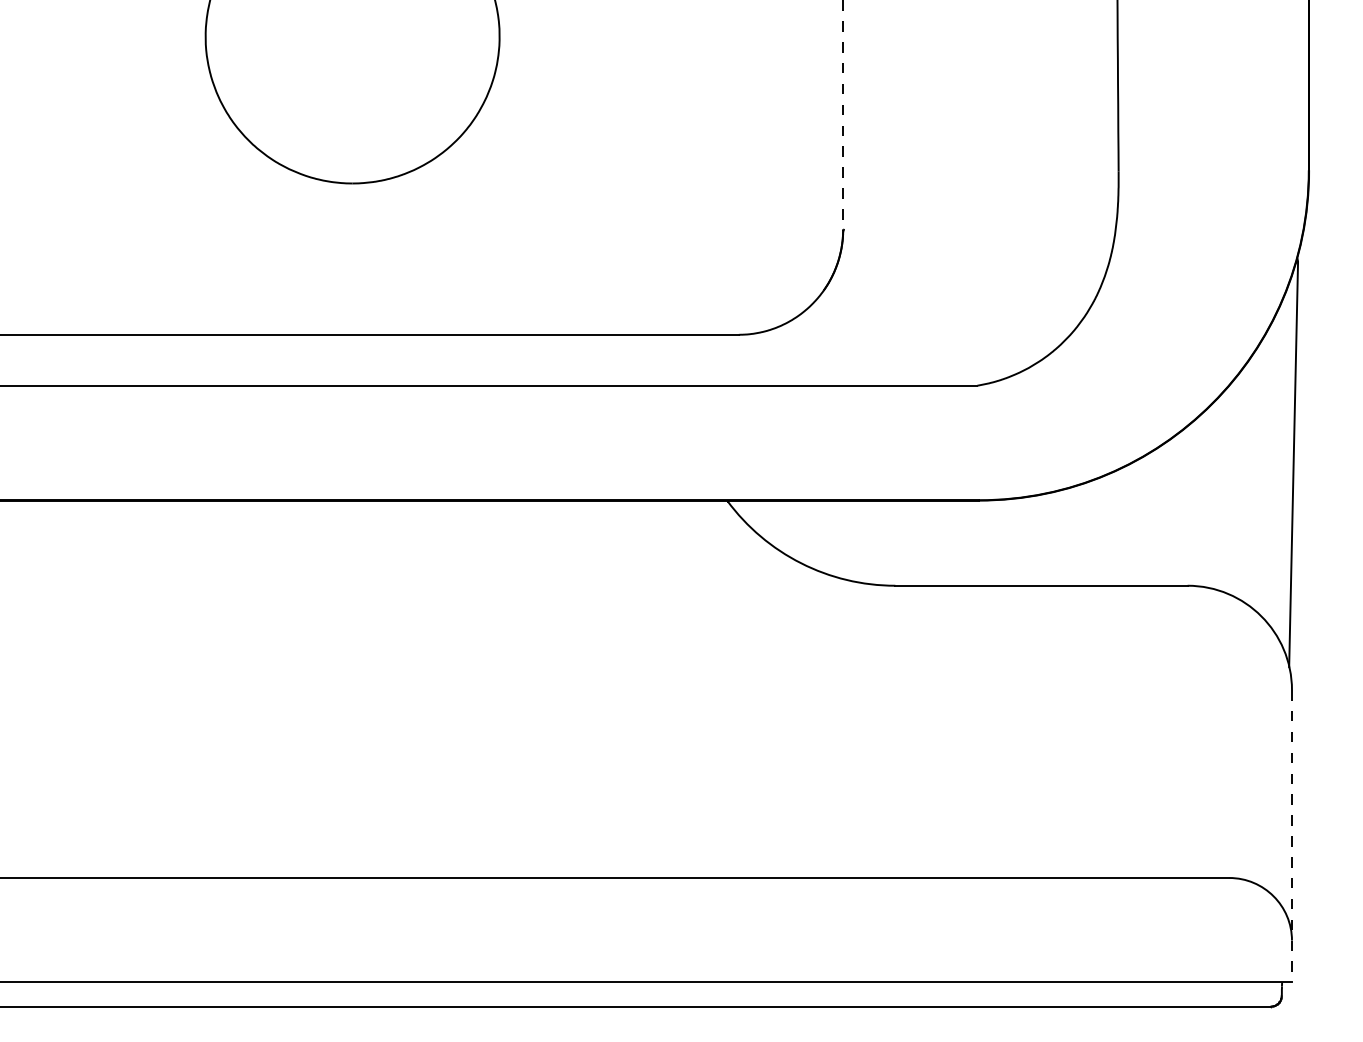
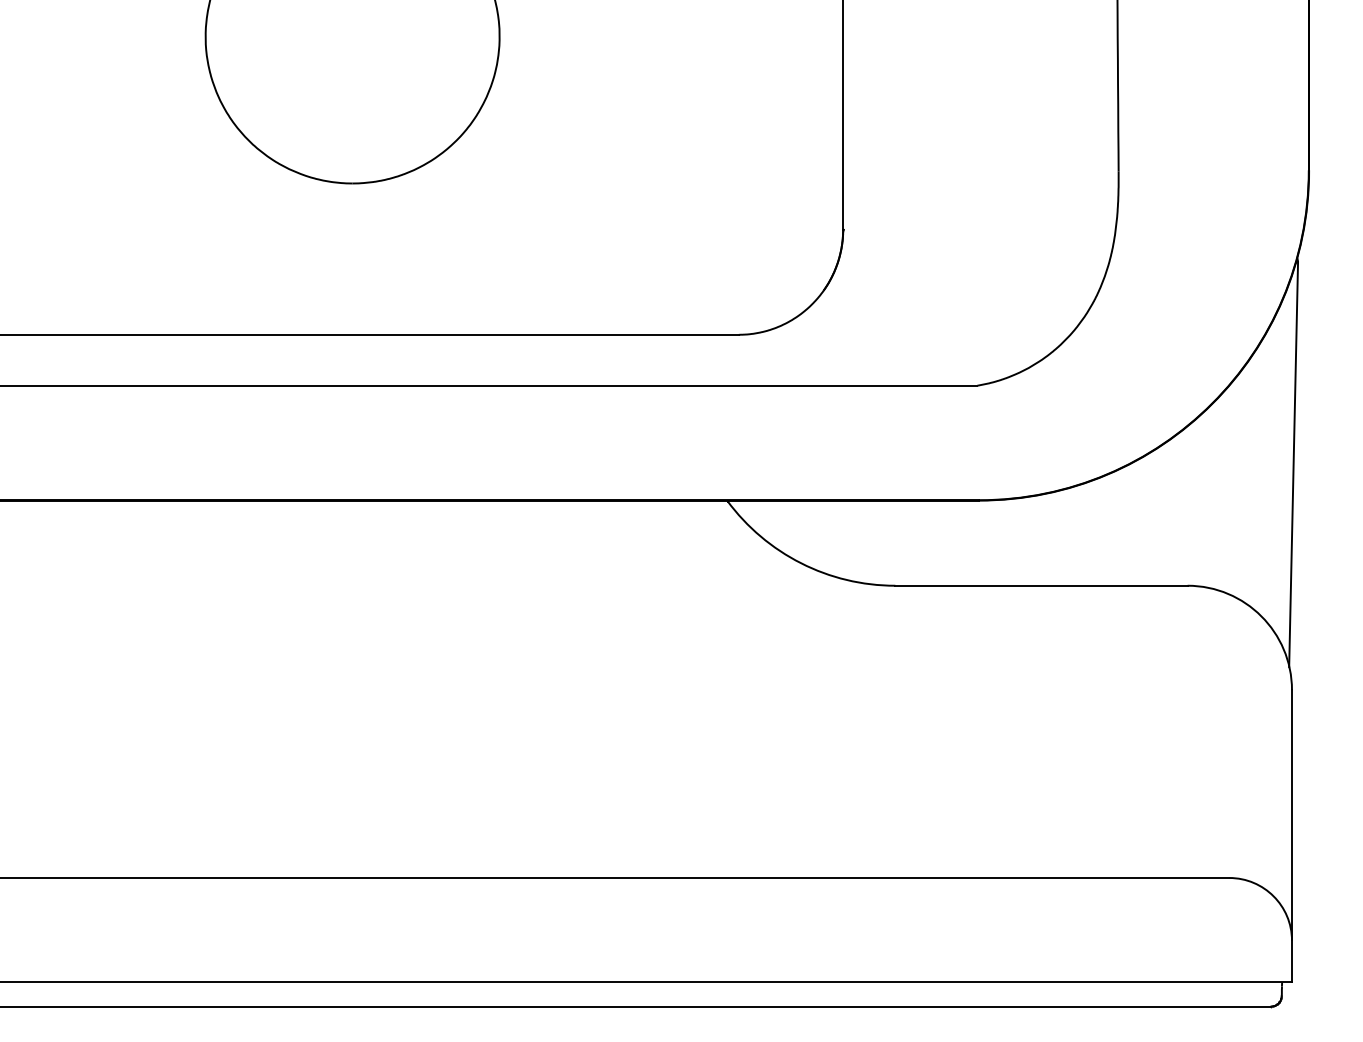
line at (843, 115): dashed -> solid
line at (1291, 836): dashed -> solid
